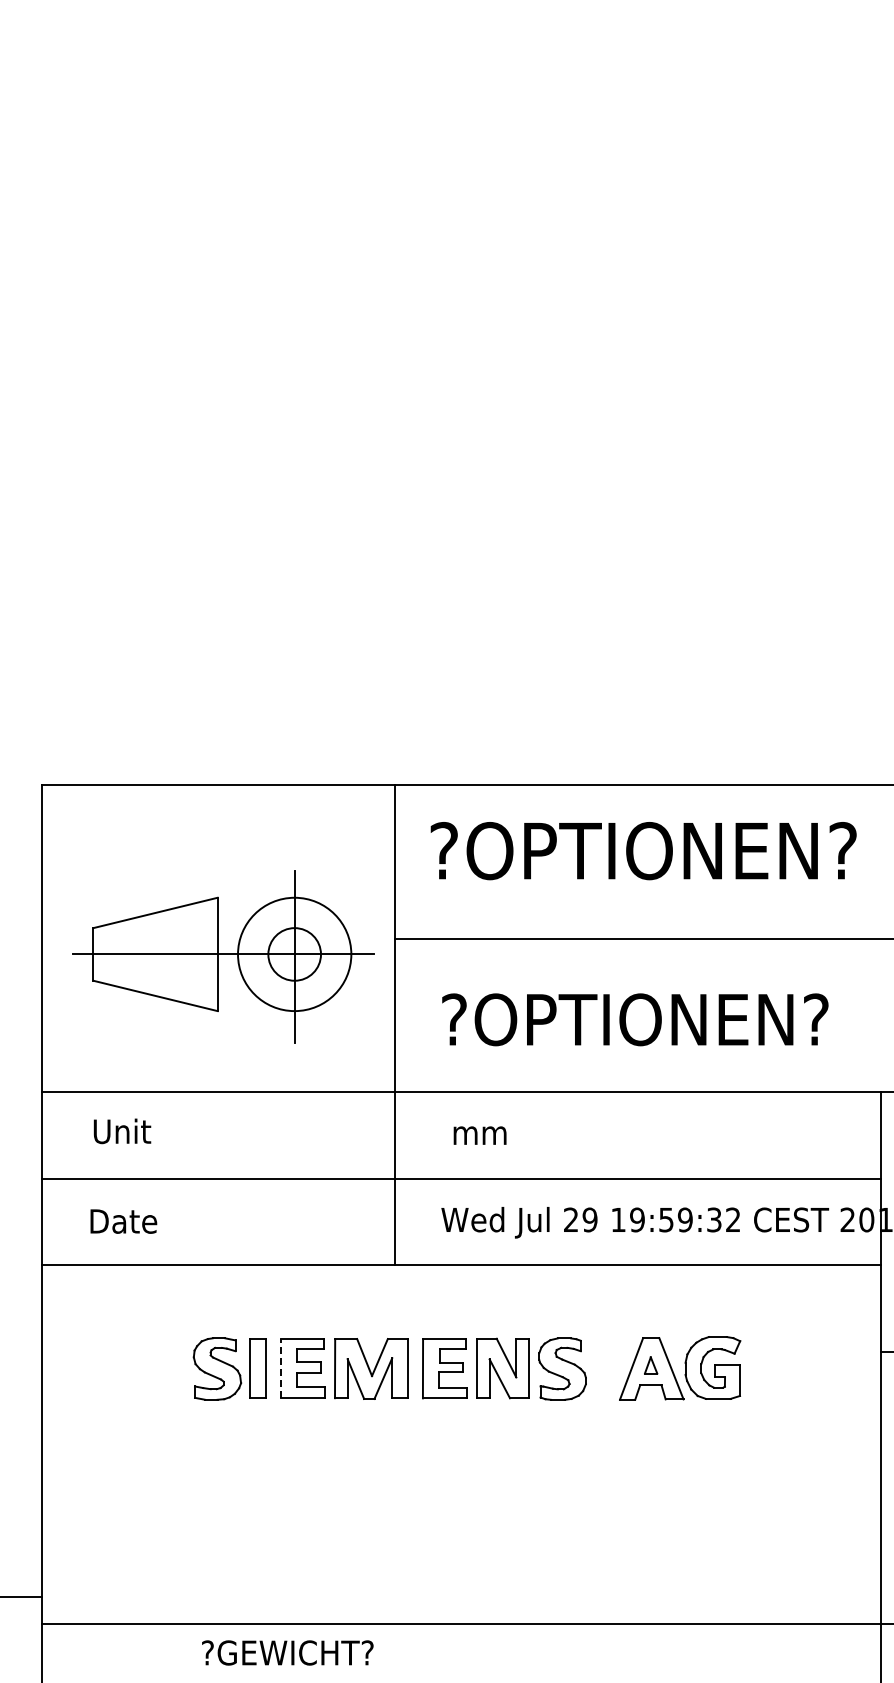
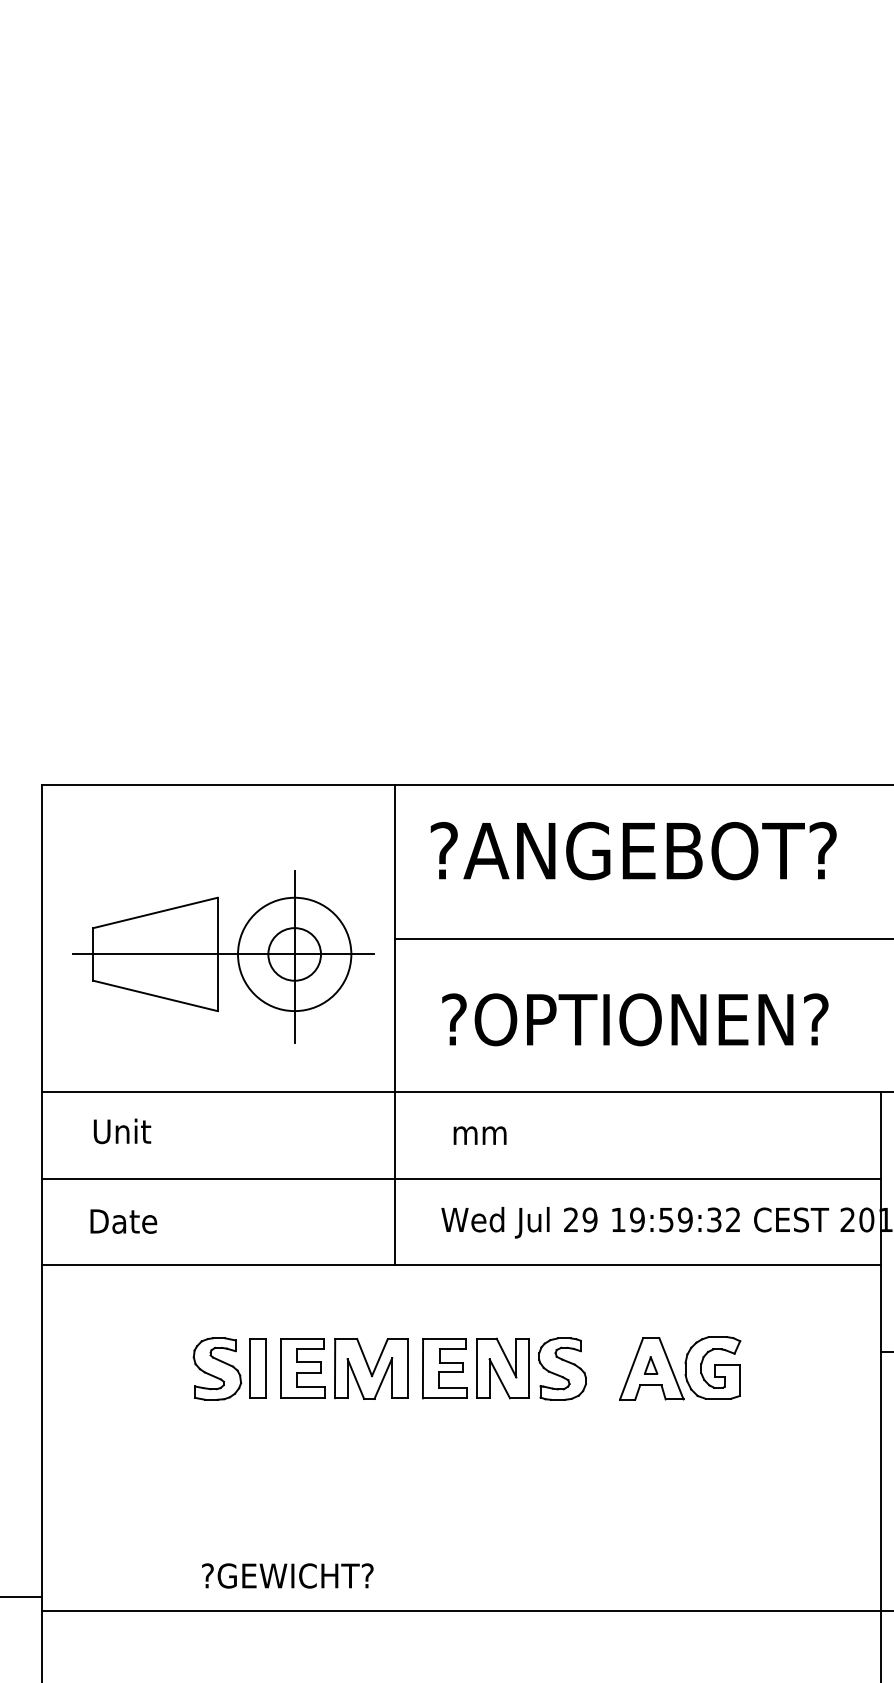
text at (659, 851): ?OPTIONEN? -> ?ANGEBOT?
line at (281, 1368): dashed -> solid
line at (465, 1623) position: (465, 1623) -> (465, 1610)
text at (287, 1652) position: (287, 1652) -> (287, 1575)
